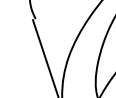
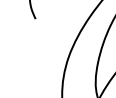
line at (44, 57): present -> none
